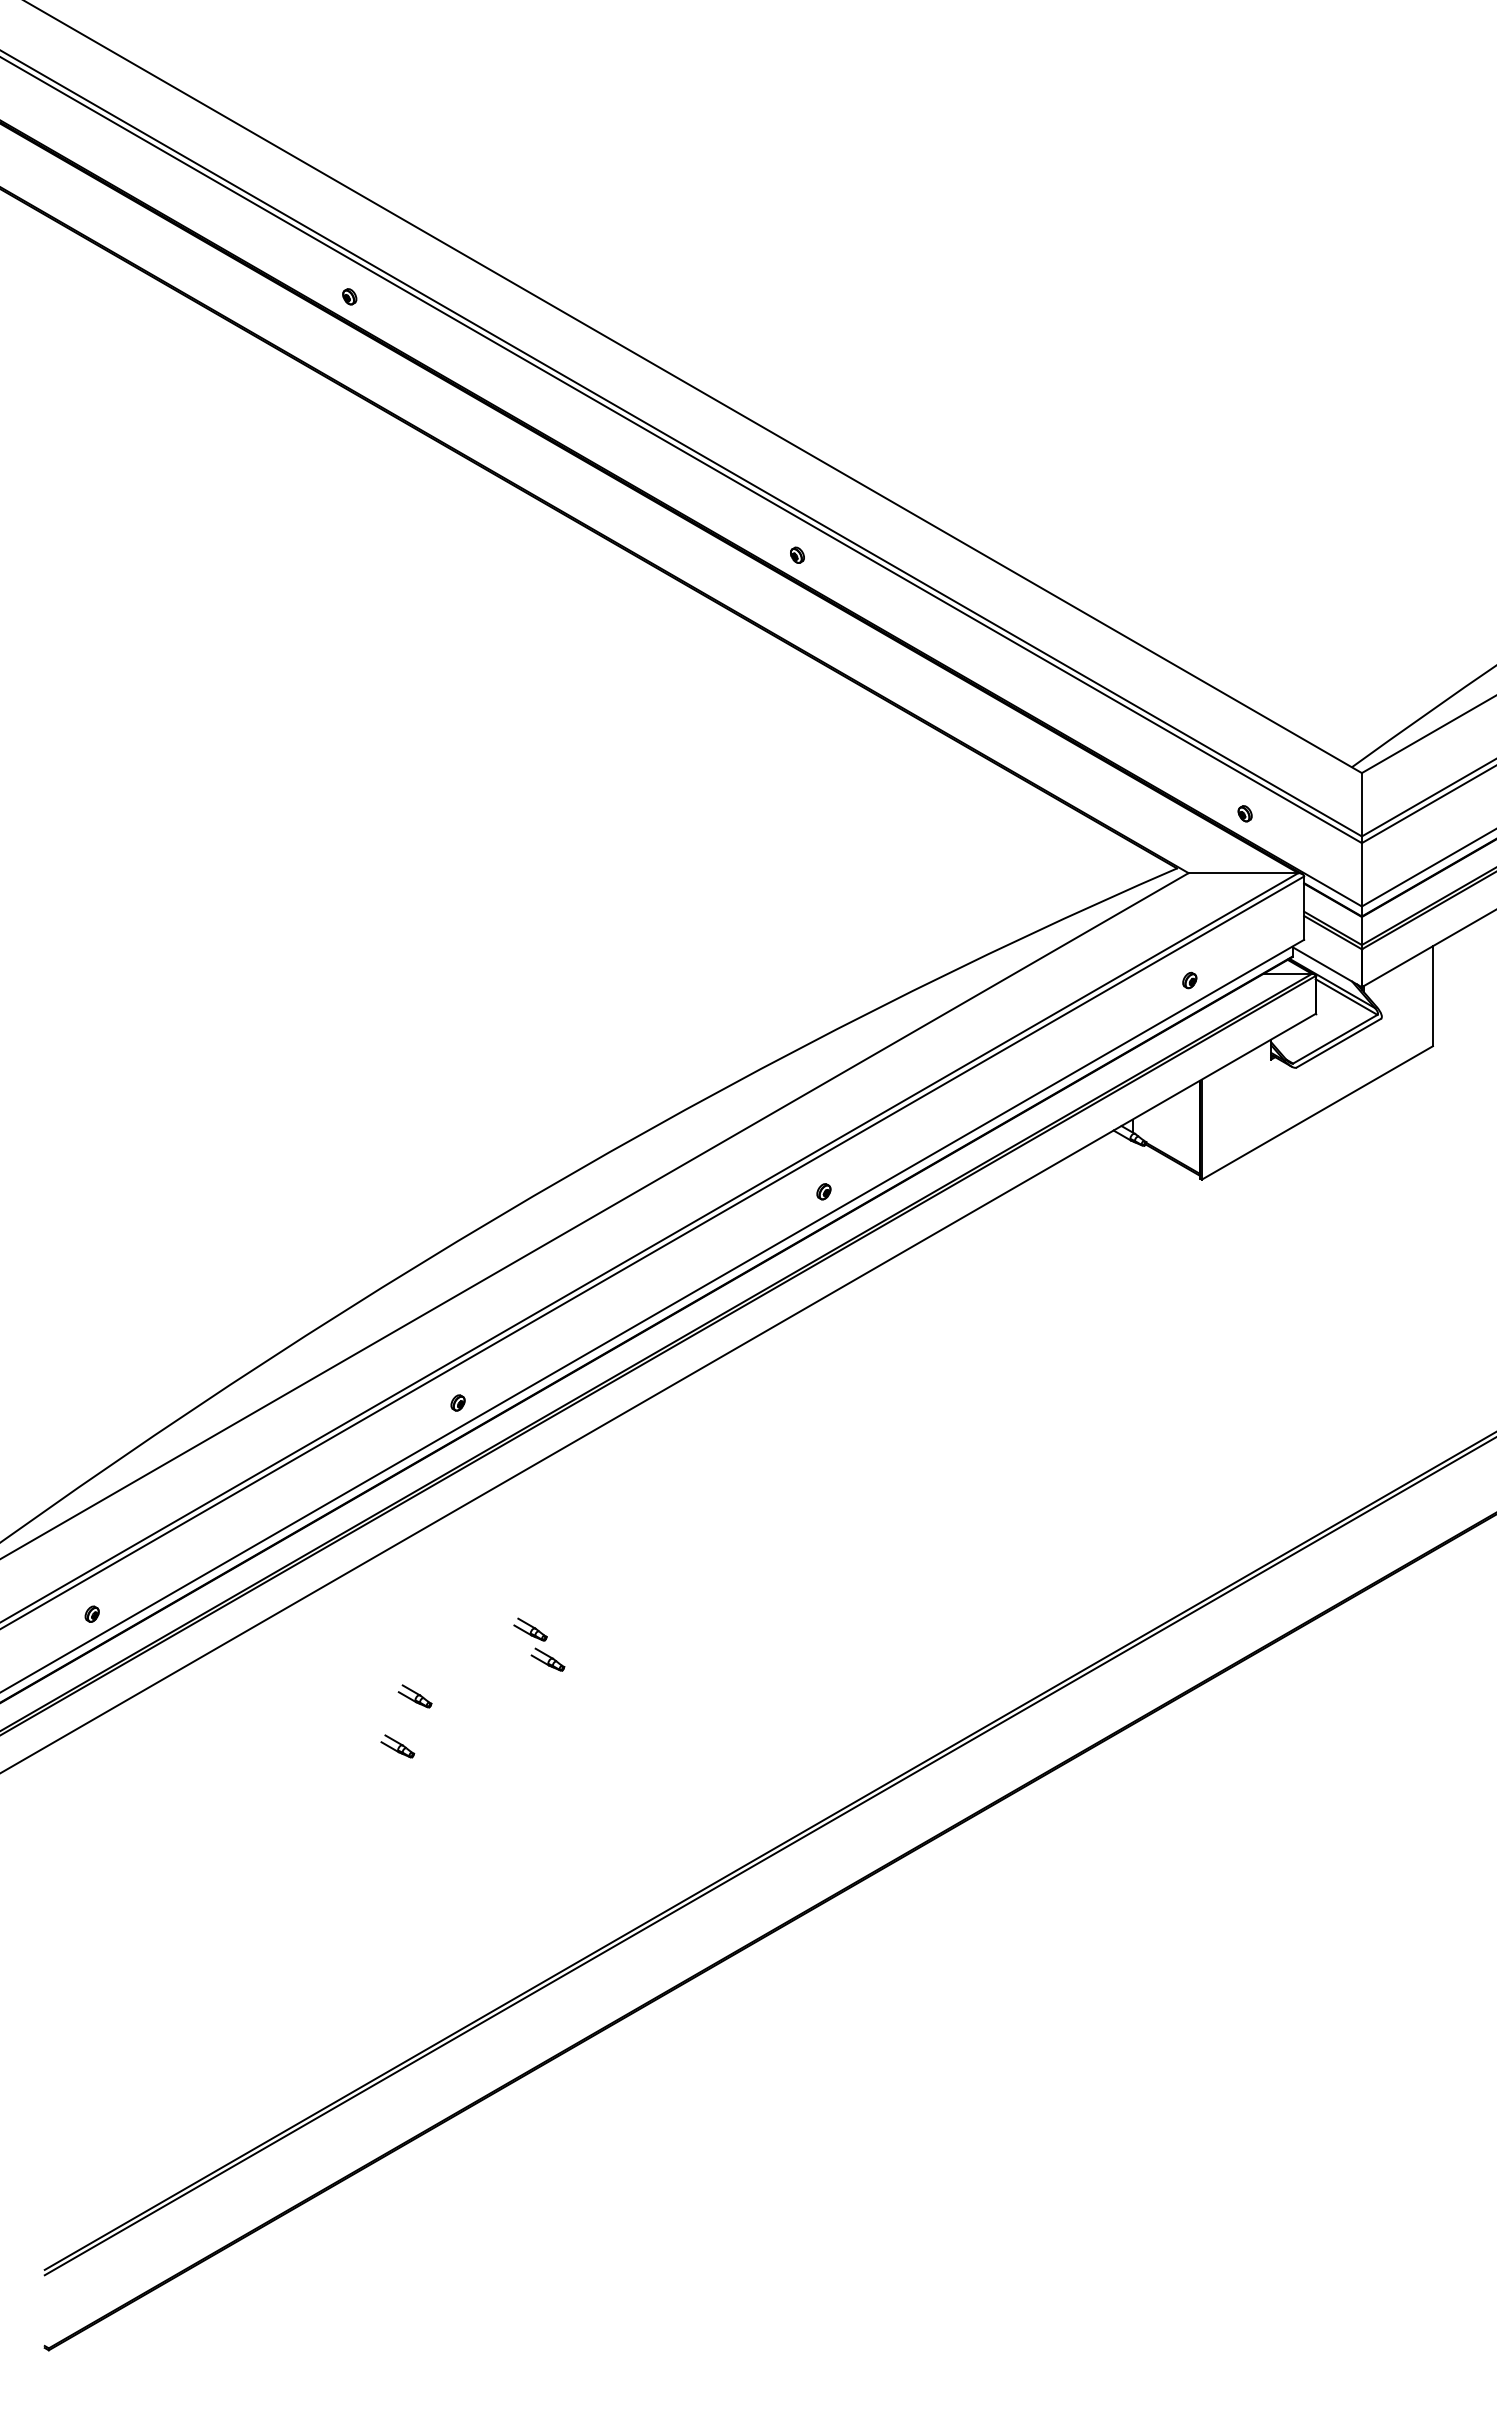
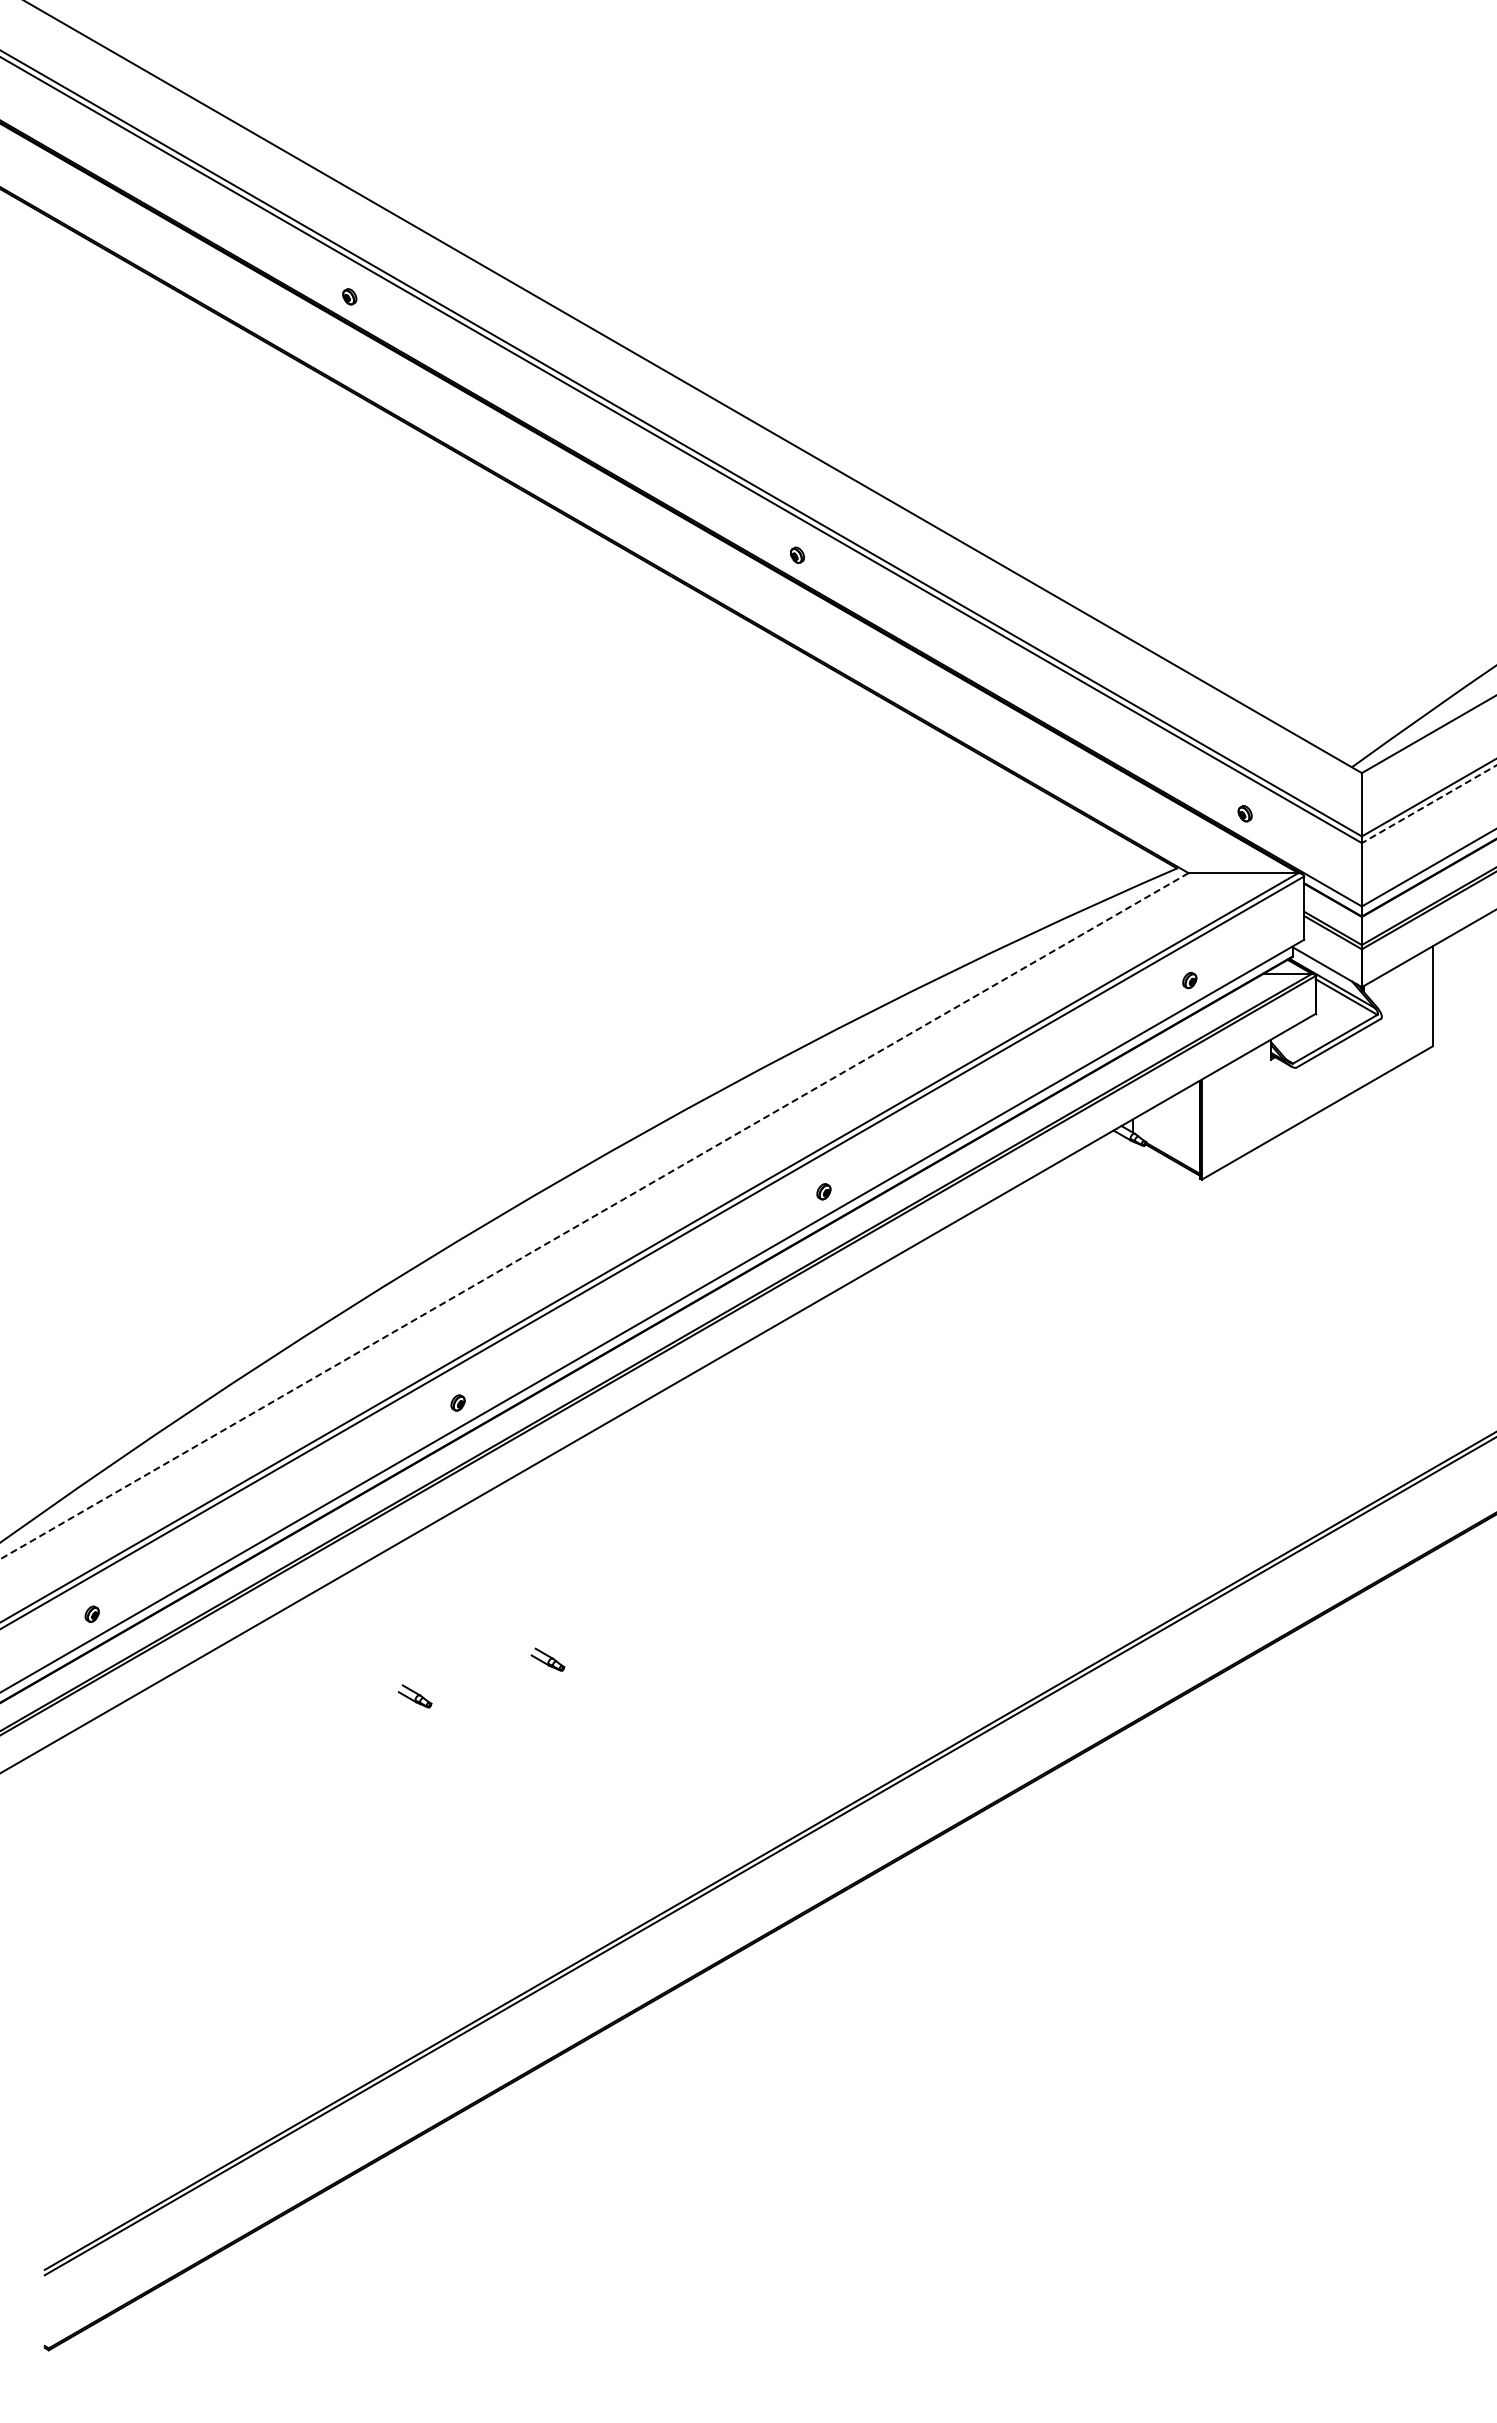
line at (1429, 804): solid -> dashed
line at (594, 1216): solid -> dashed
part at (530, 1629): present -> none
part at (397, 1746): present -> none
